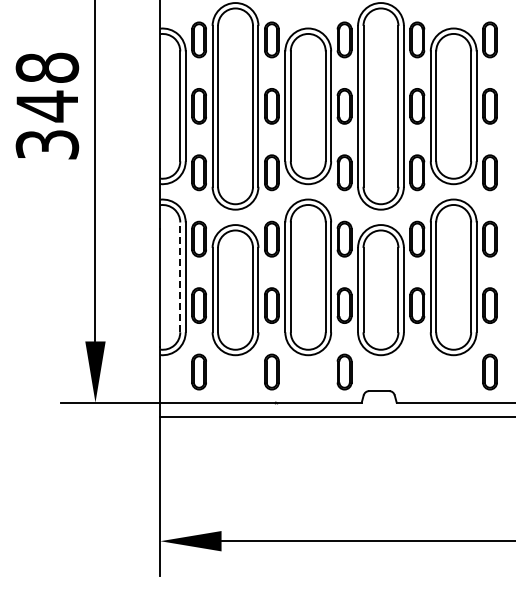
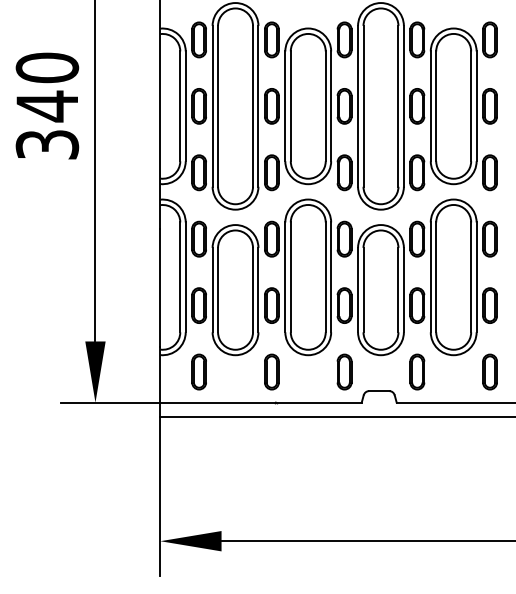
text at (47, 67): 348 -> 340
line at (180, 277): dashed -> solid
part at (417, 371): none -> present
